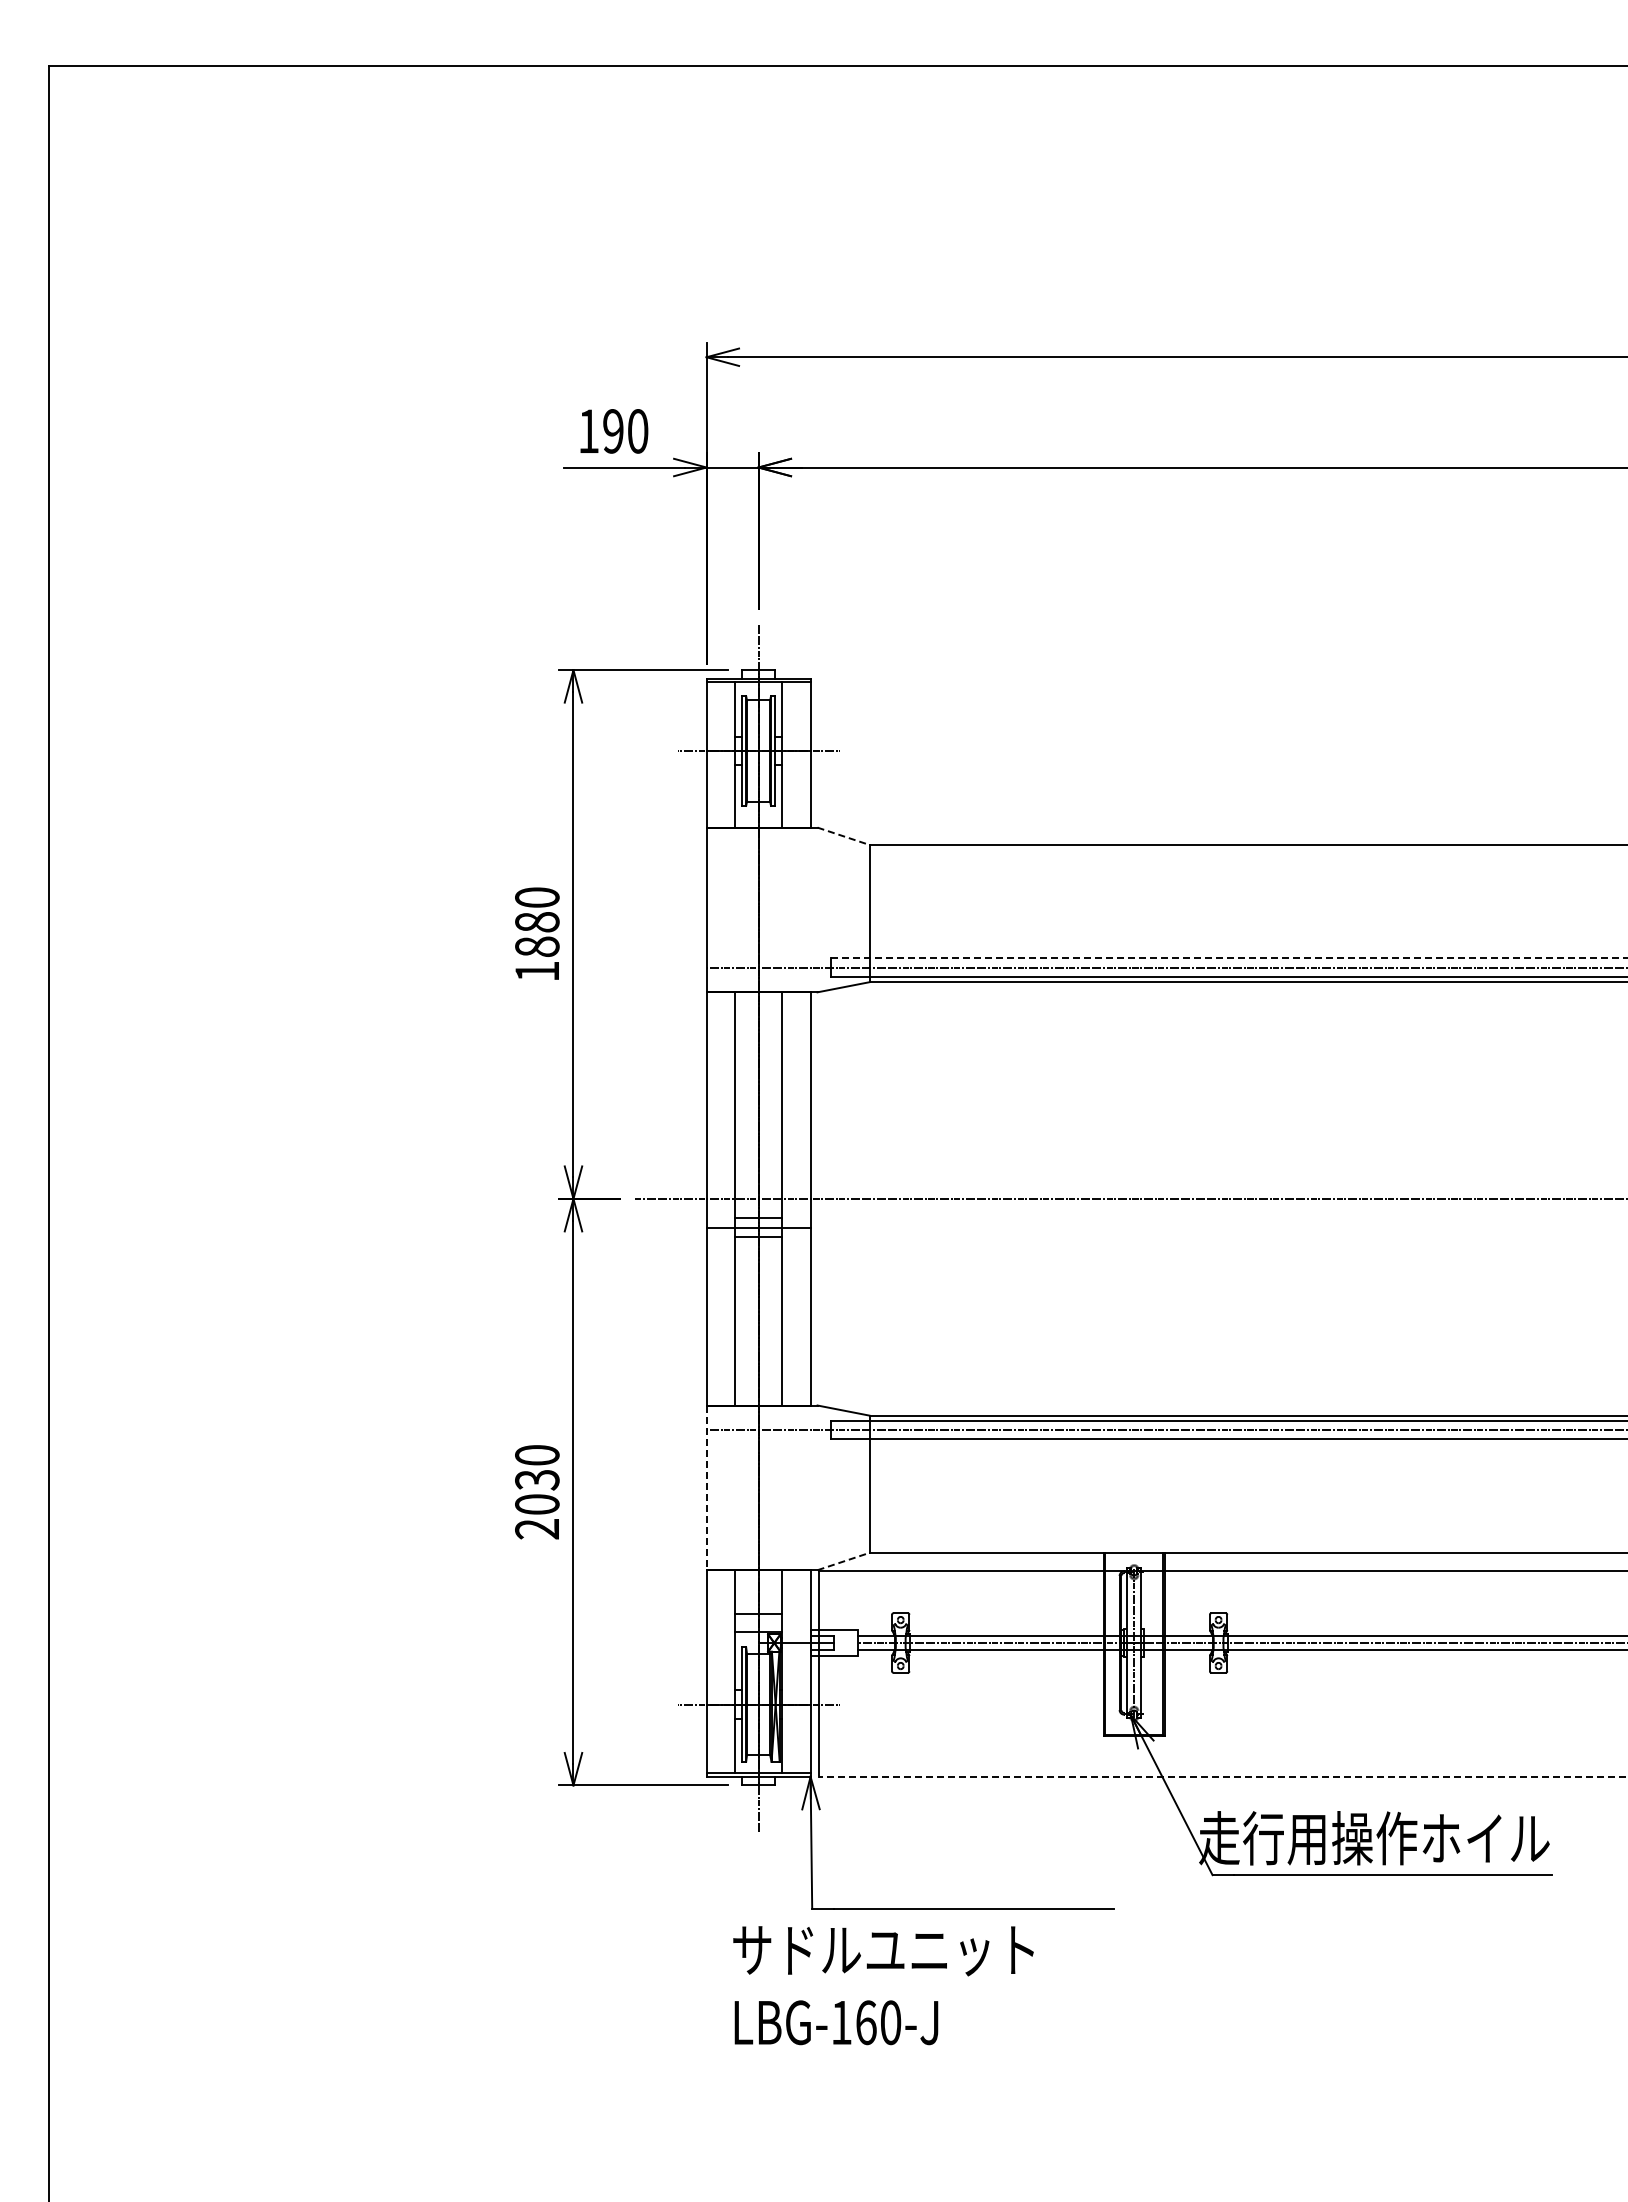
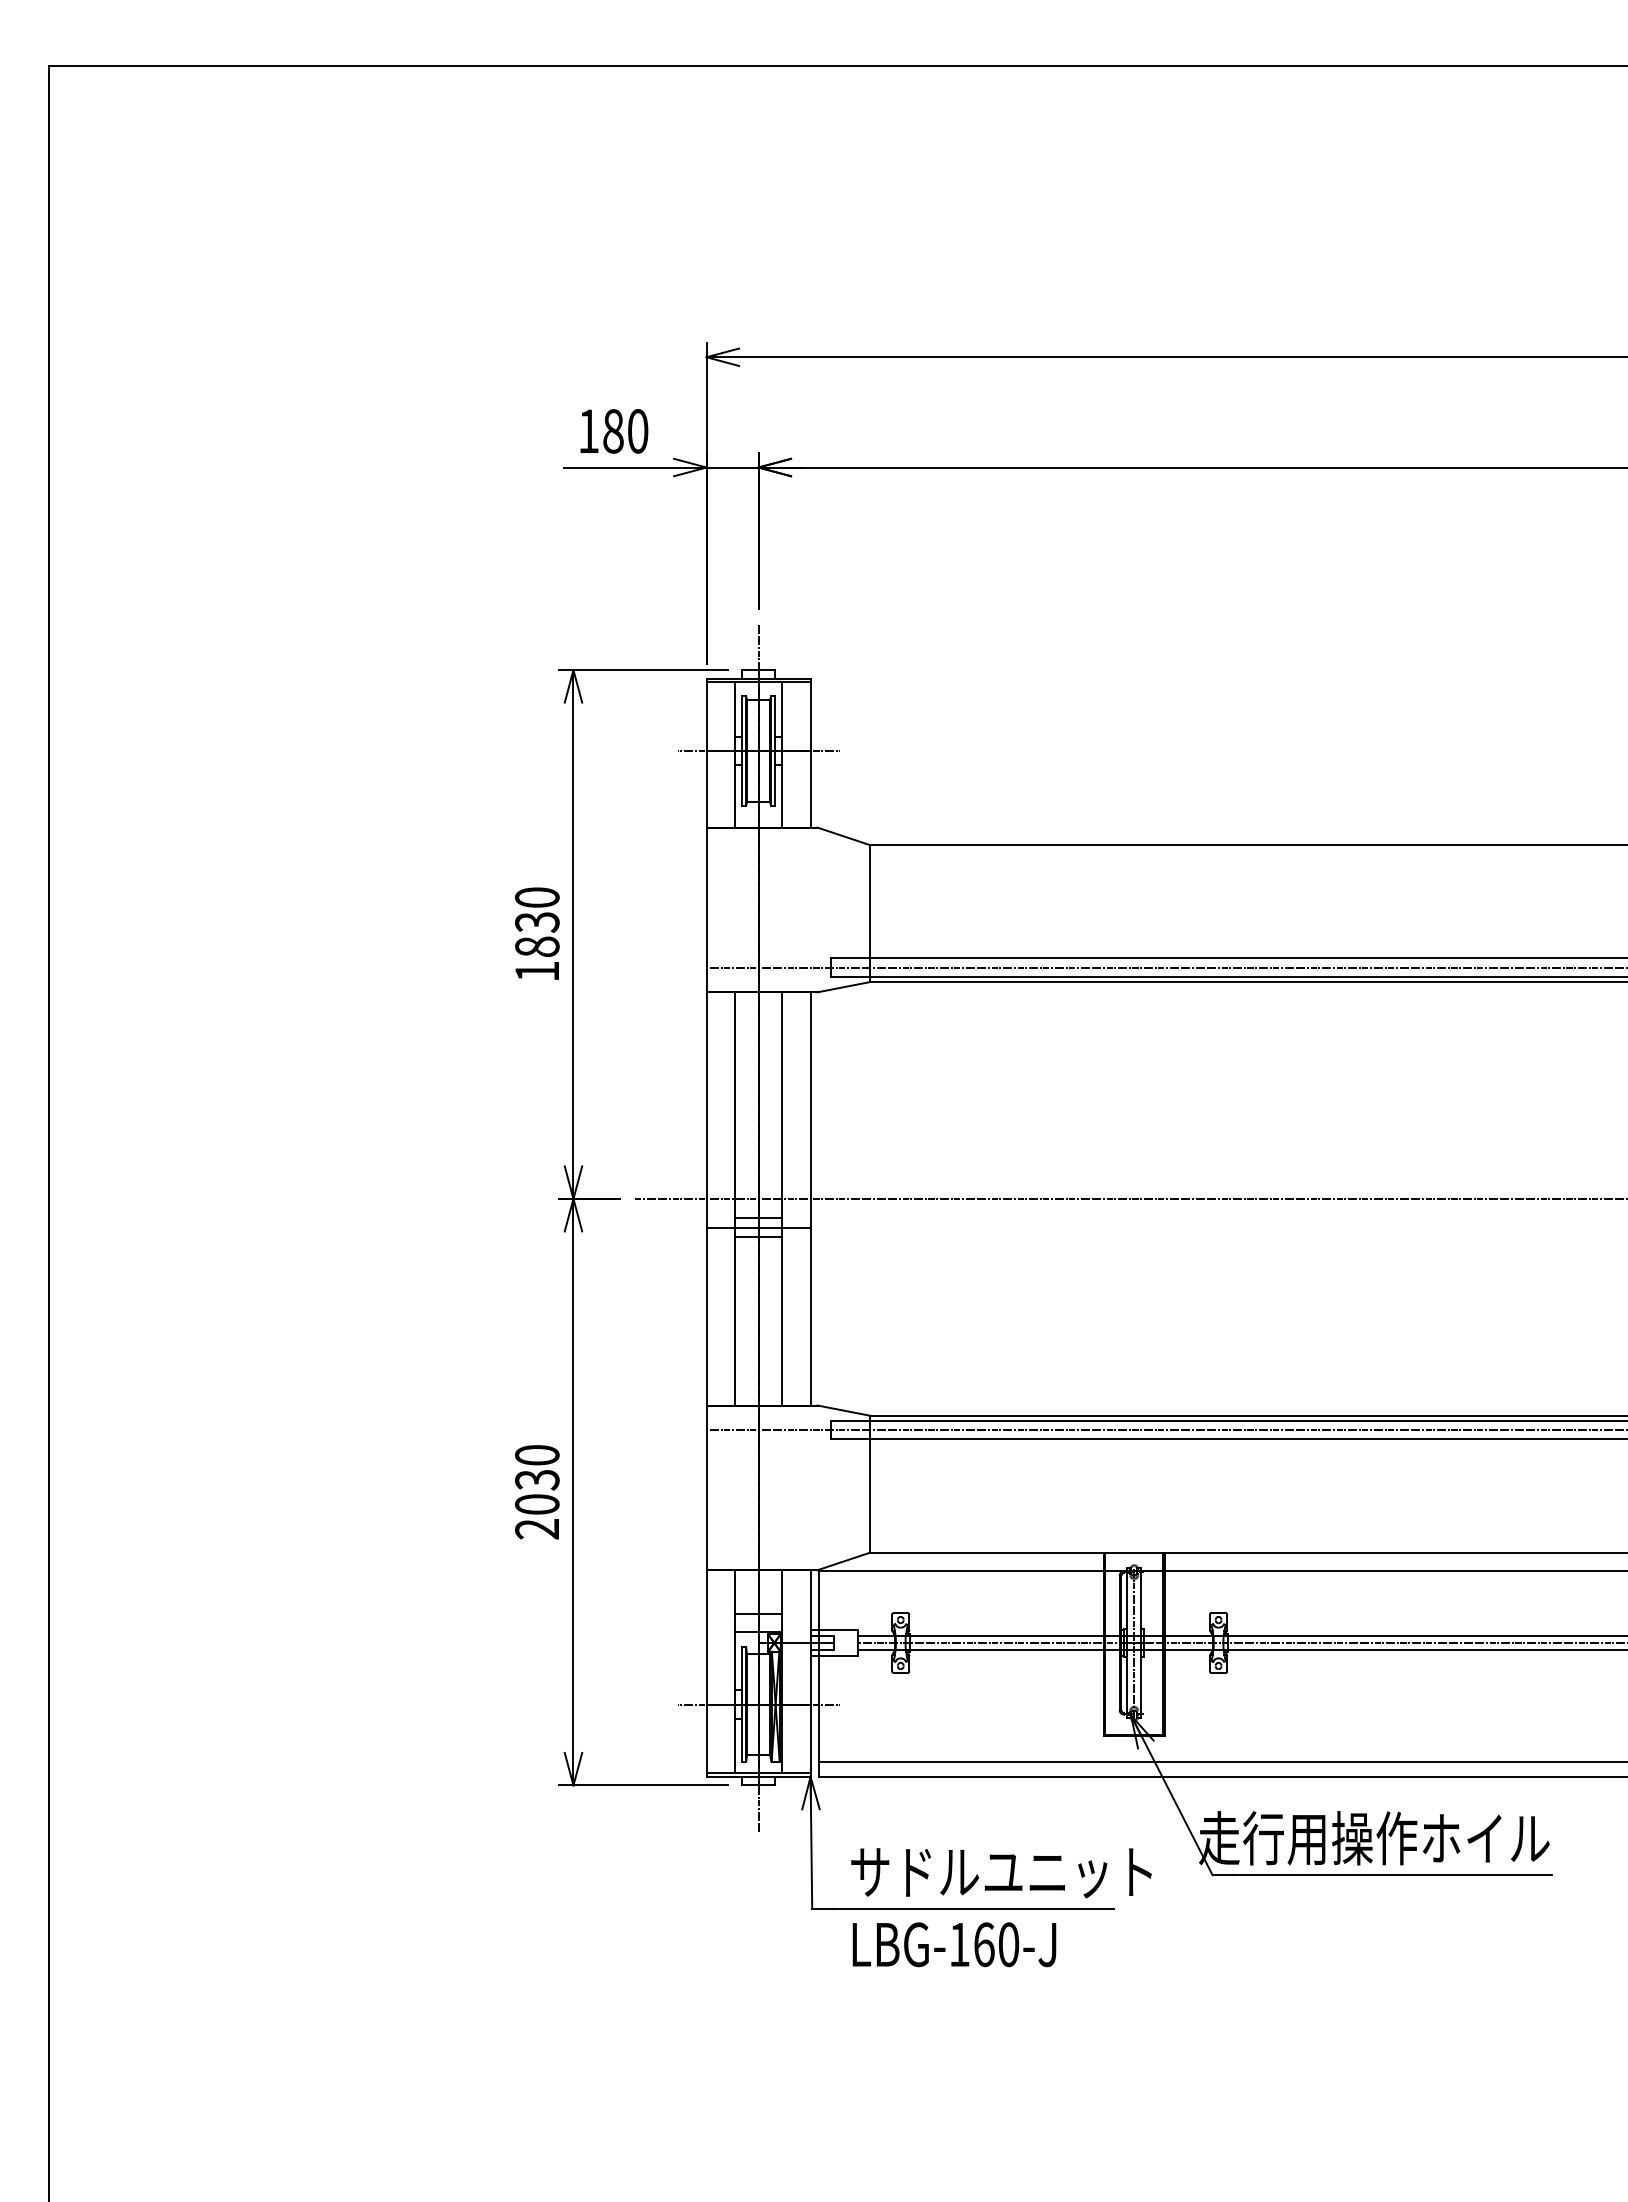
text at (613, 431): 190 -> 180
line at (844, 836): dashed -> solid
text at (537, 922): 1880 -> 1830
line at (1229, 958): dashed -> solid
line at (706, 1488): dashed -> solid
line at (844, 1561): dashed -> solid
line at (1221, 1761): none -> present
line at (1223, 1776): dashed -> solid
text at (883, 1985) position: (883, 1985) -> (1001, 1907)
